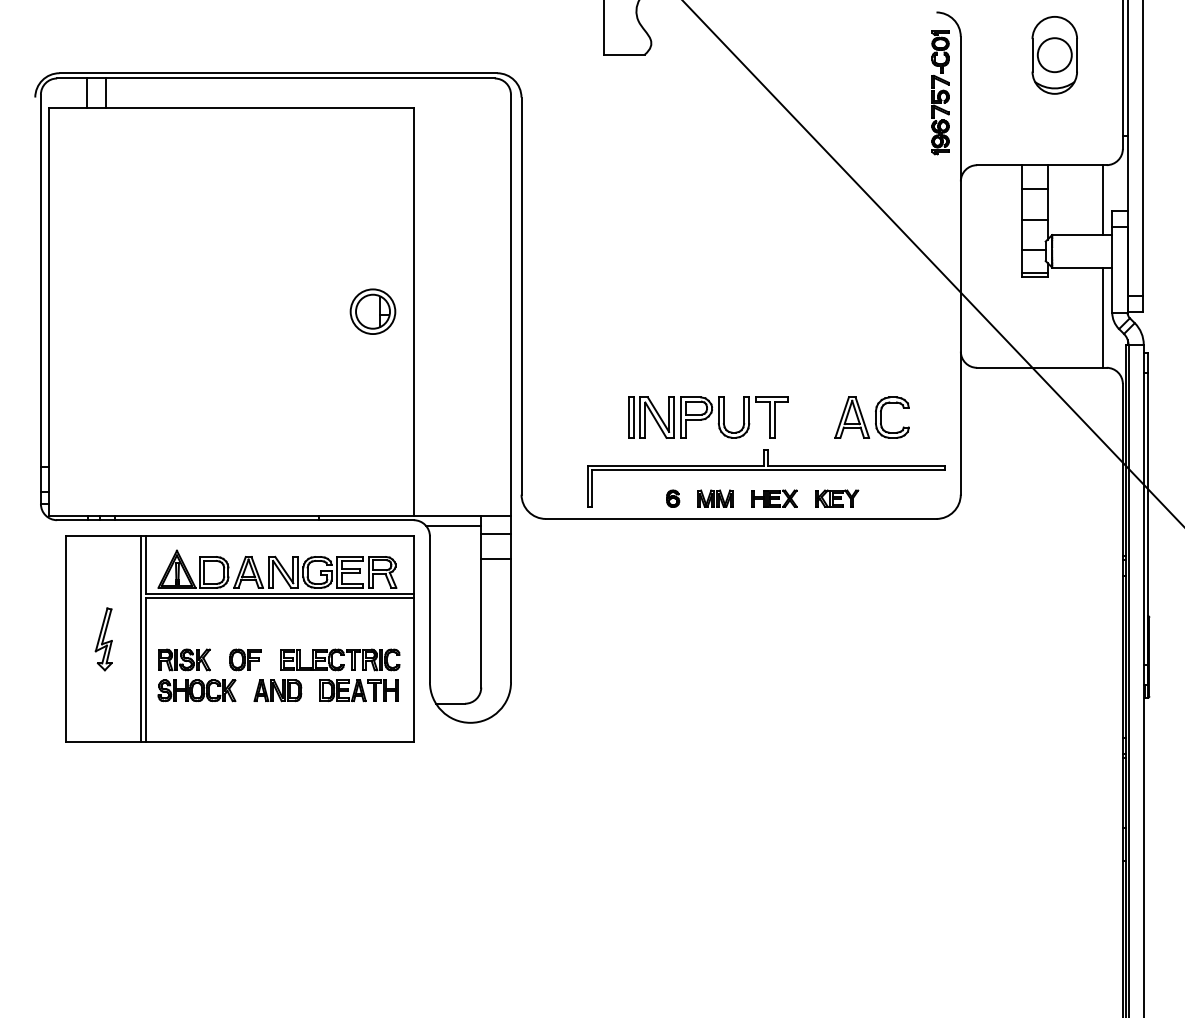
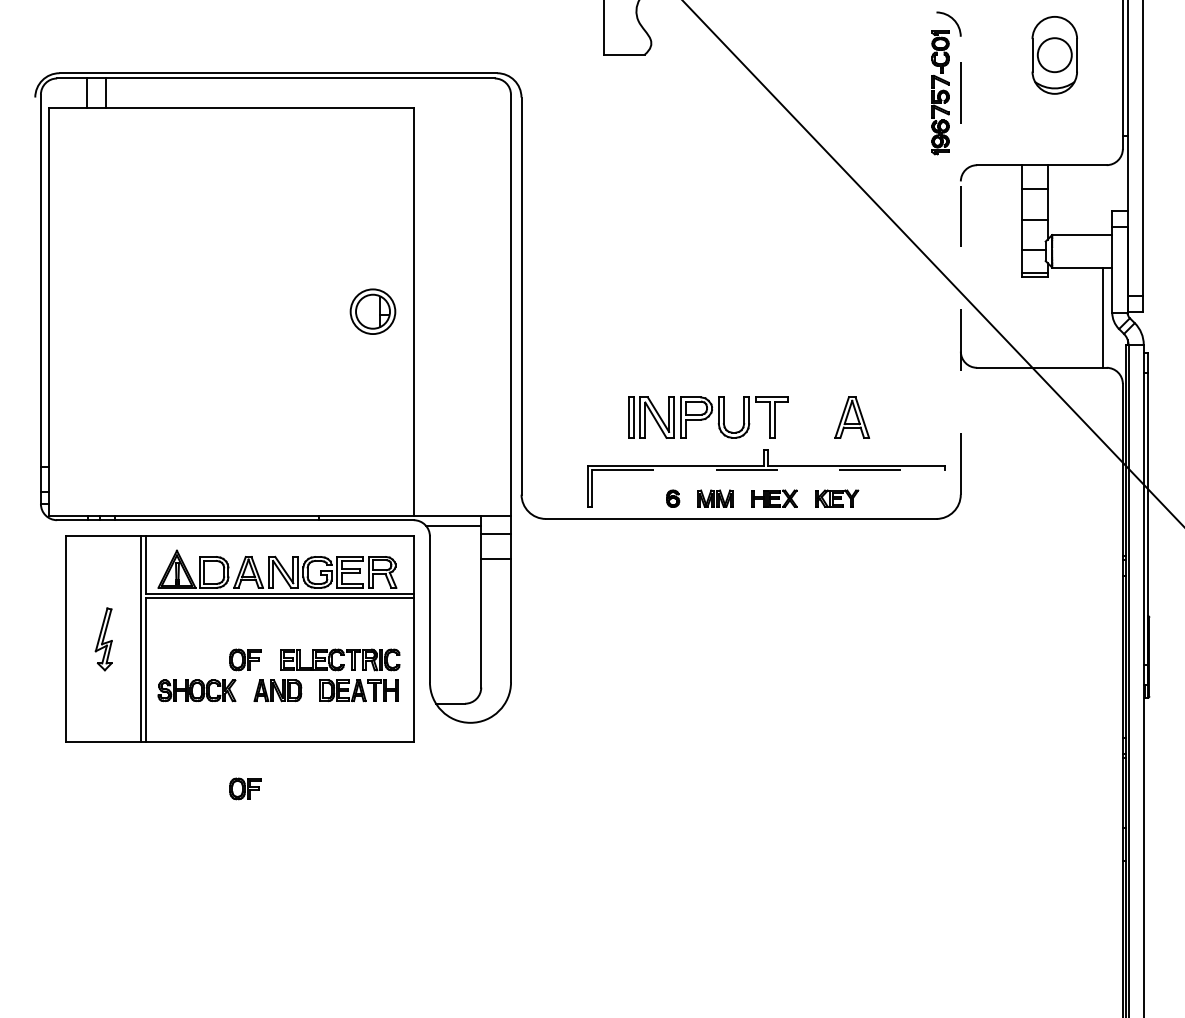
line at (1103, 200): present -> none
line at (960, 265): solid -> dashed
part at (881, 417): present -> none
line at (768, 470): solid -> dashed
part at (184, 659): present -> none
part at (245, 788): none -> present
